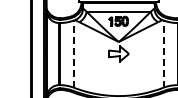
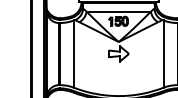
line at (74, 54): dashed -> solid
line at (163, 54): dashed -> solid
